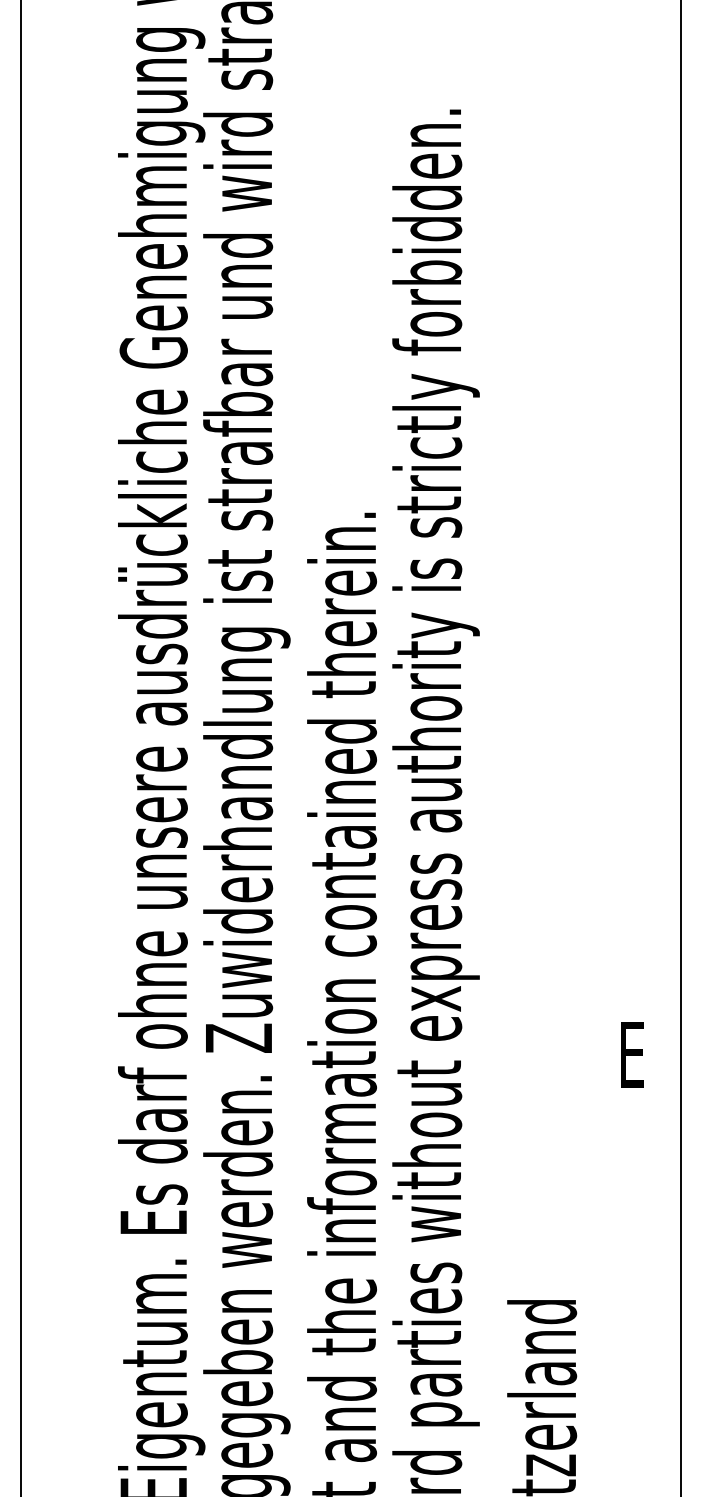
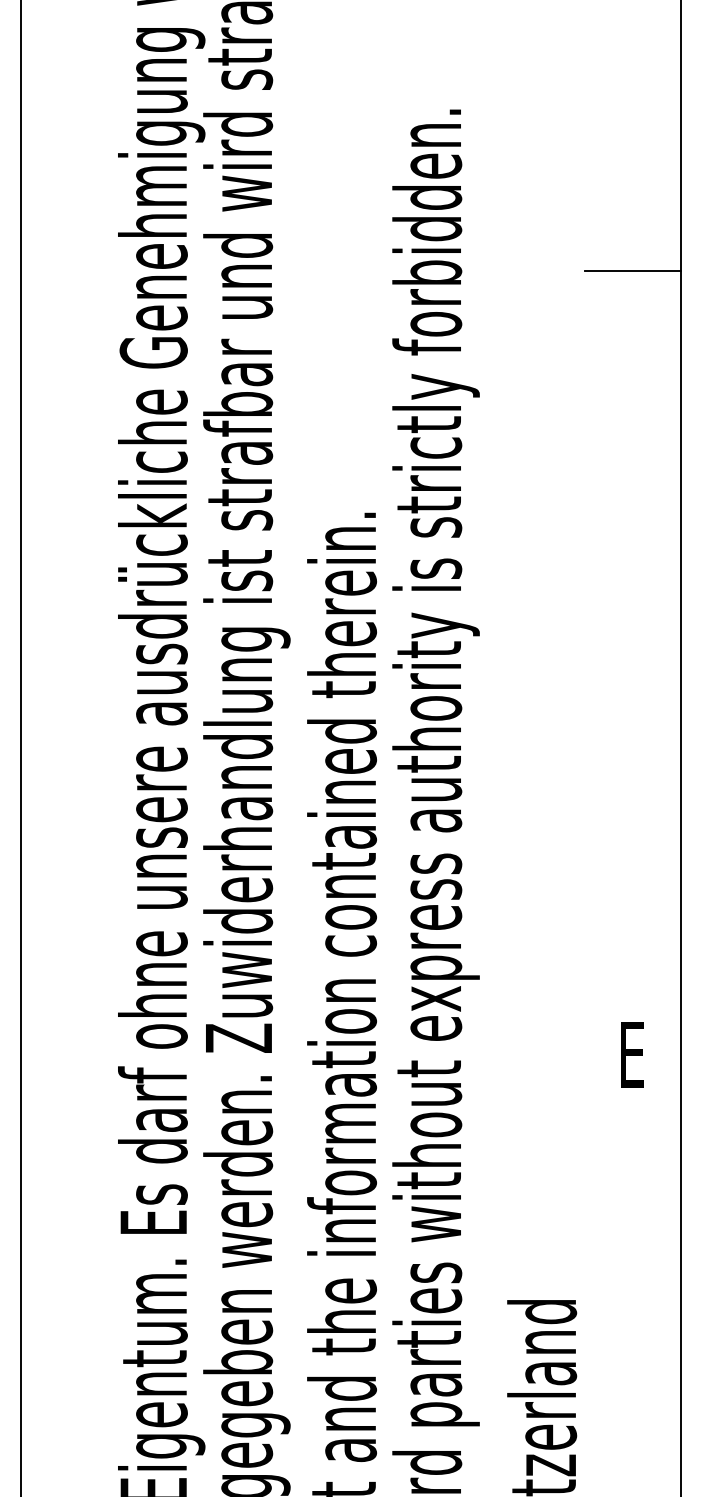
line at (632, 270): none -> present
